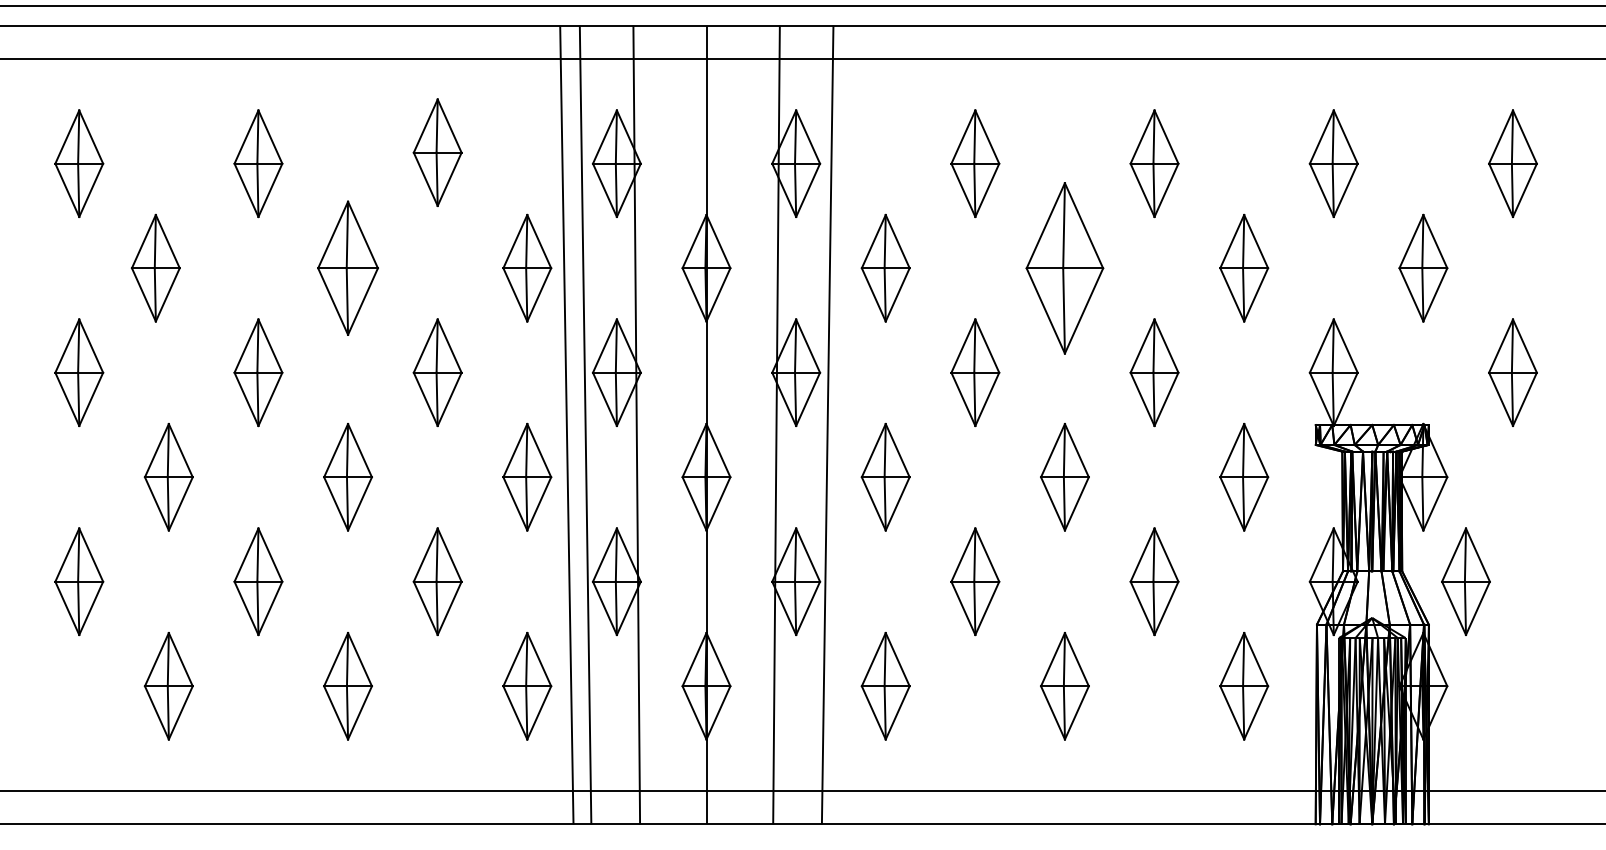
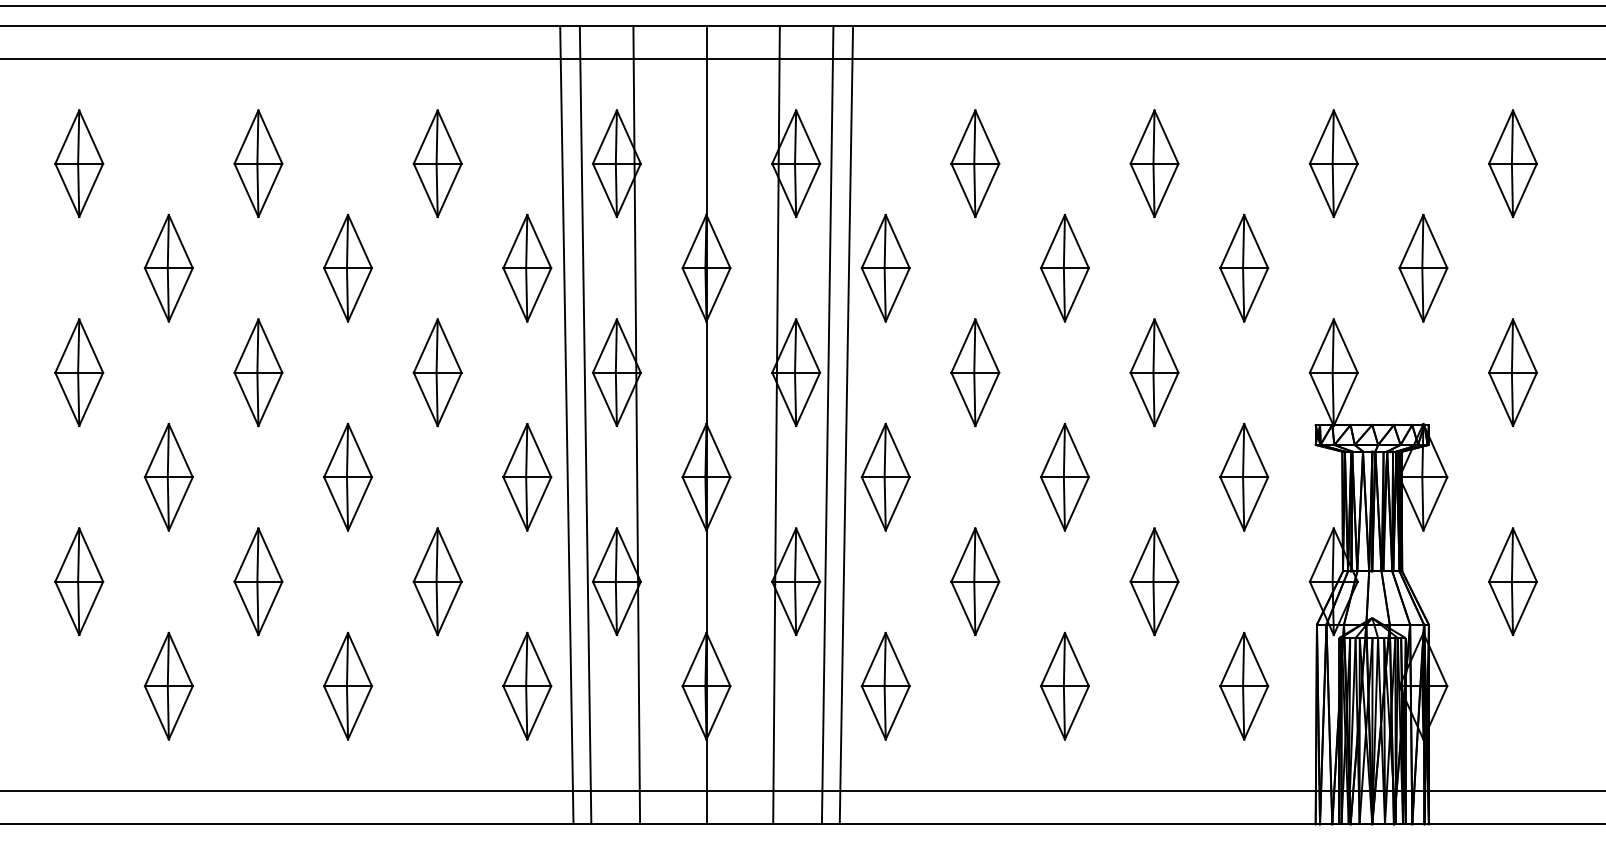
part at (437, 152) position: (437, 152) -> (437, 163)
part at (155, 267) position: (155, 267) -> (168, 267)
part at (347, 267) size: 62x136 px -> 50x110 px
part at (1064, 268) size: 80x173 px -> 50x110 px
line at (846, 424): none -> present
part at (1465, 581) position: (1465, 581) -> (1512, 581)
